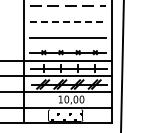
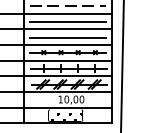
line at (57, 13): none -> present
line at (68, 21): dashed -> solid
line at (57, 29): none -> present
line at (57, 45): none -> present
